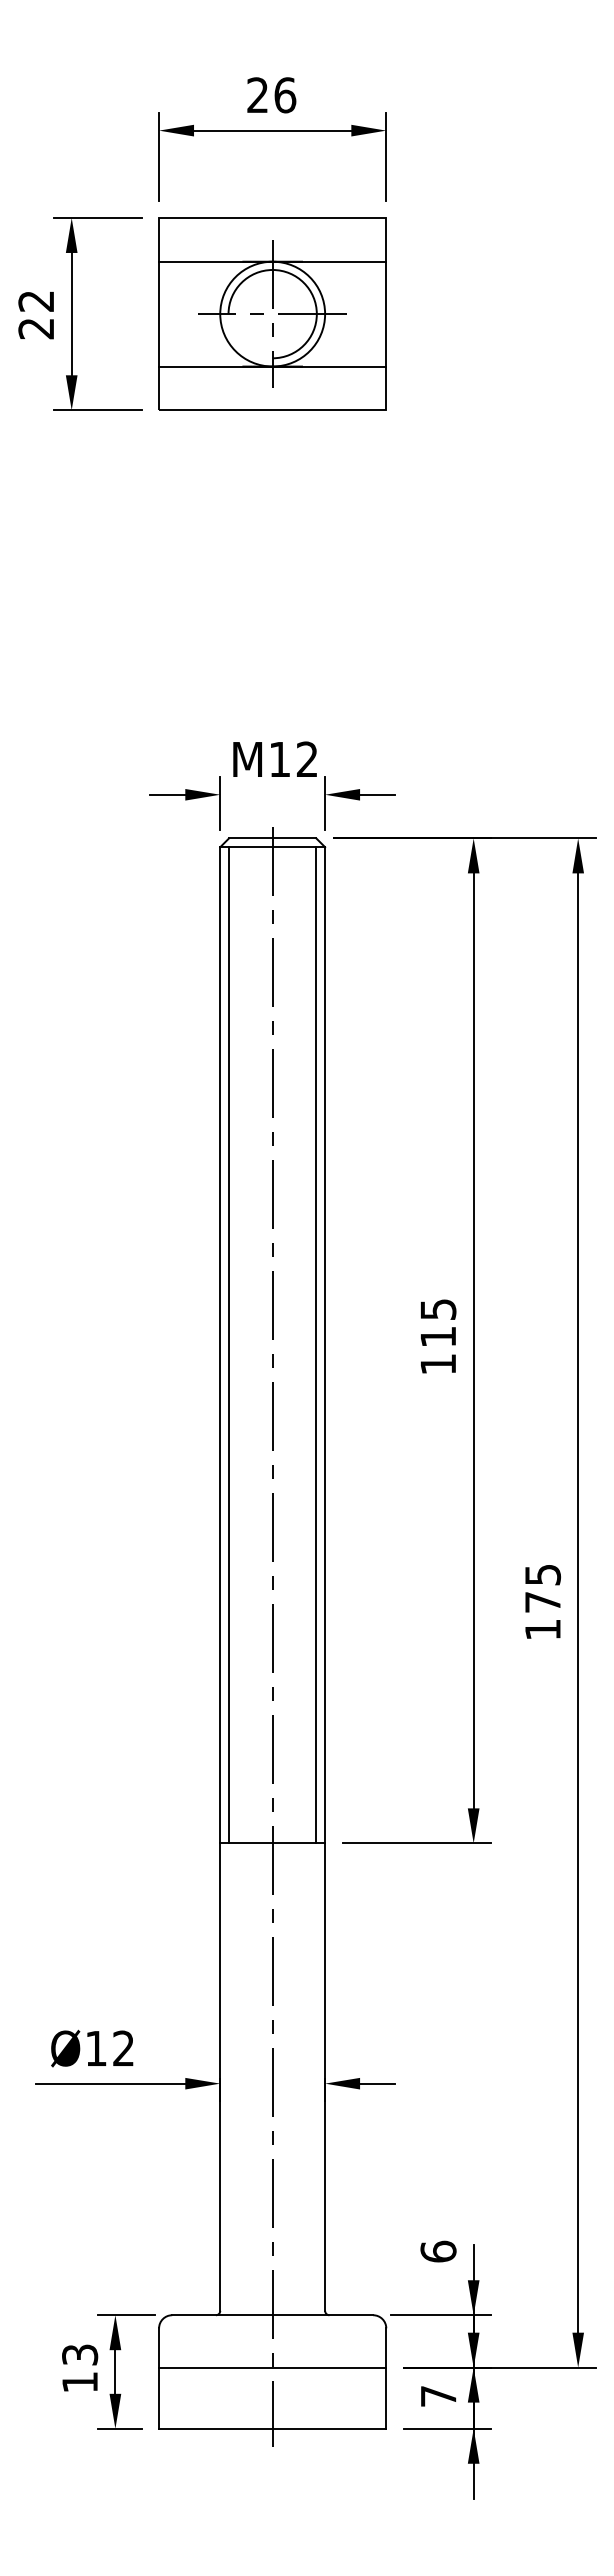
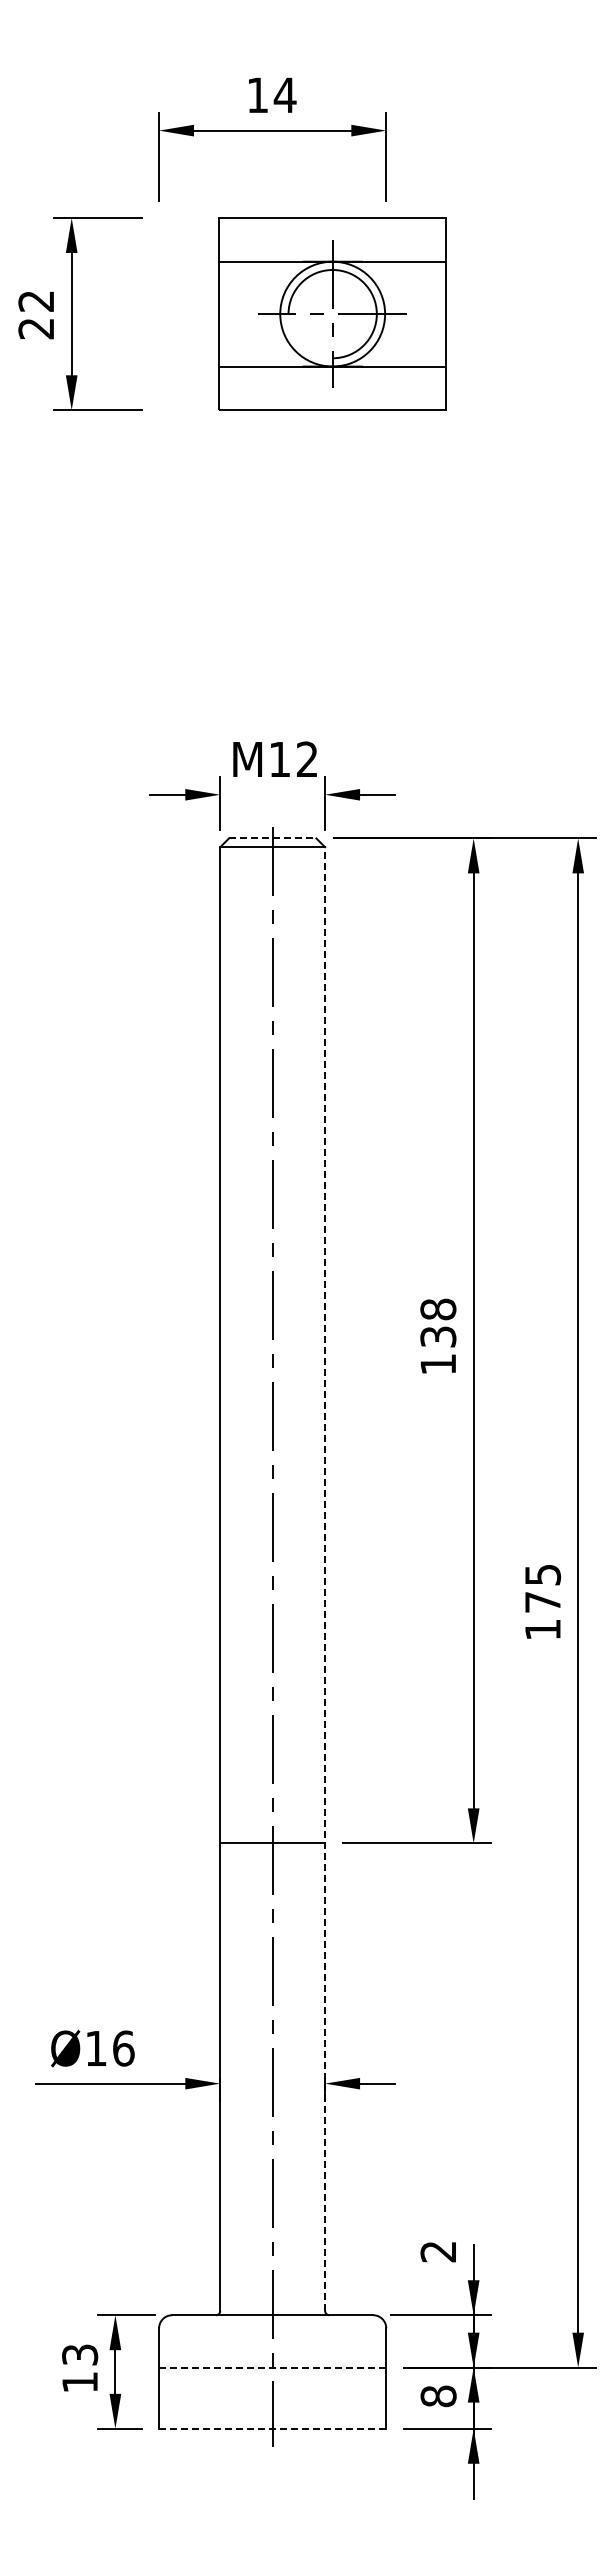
text at (271, 95): 26 -> 14
part at (272, 313) position: (272, 313) -> (332, 313)
line at (272, 838): solid -> dashed
text at (438, 1322): 115 -> 138
line at (229, 1345): present -> none
line at (315, 1345): present -> none
line at (325, 1579): solid -> dashed
text at (123, 2048): Ø12 -> Ø16
text at (438, 2251): 6 -> 2
line at (272, 2367): solid -> dashed
text at (438, 2396): 7 -> 8
line at (272, 2428): solid -> dashed
